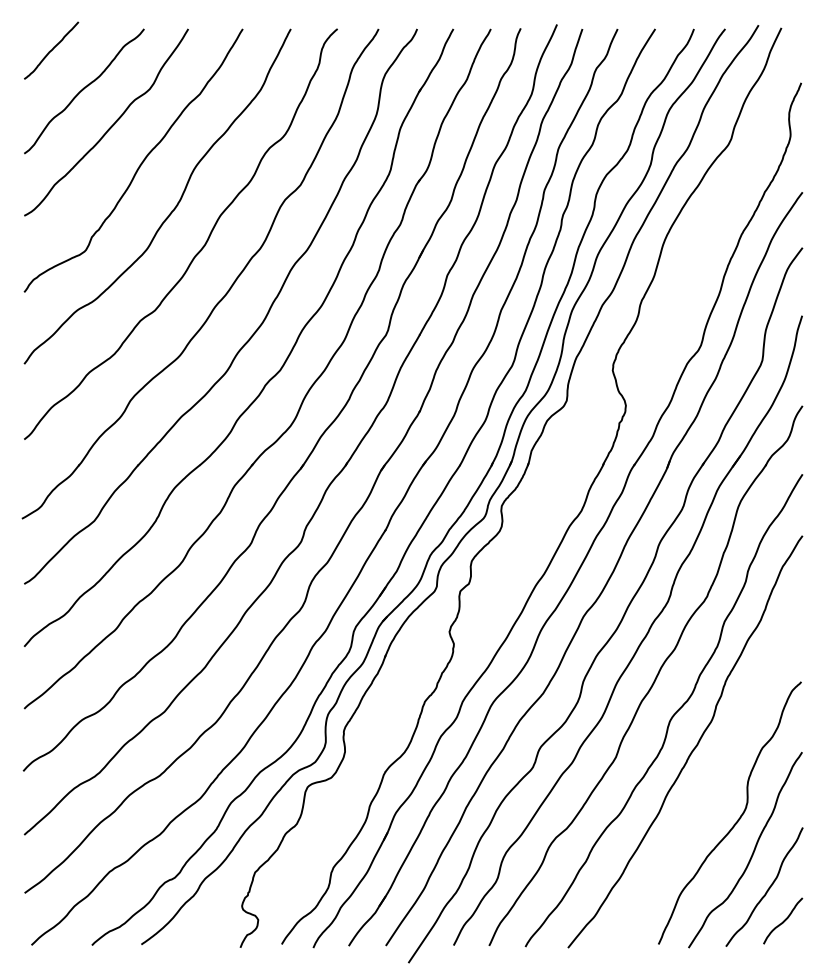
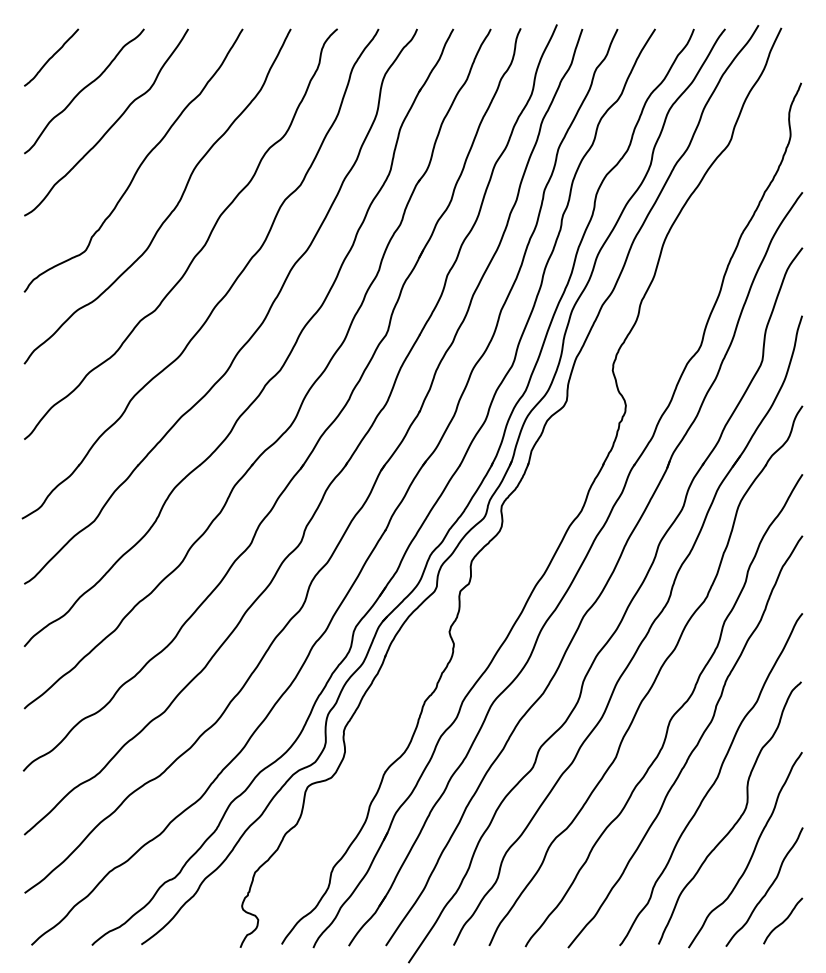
curve at (51, 50) position: (51, 50) -> (51, 57)
curve at (714, 780): none -> present
